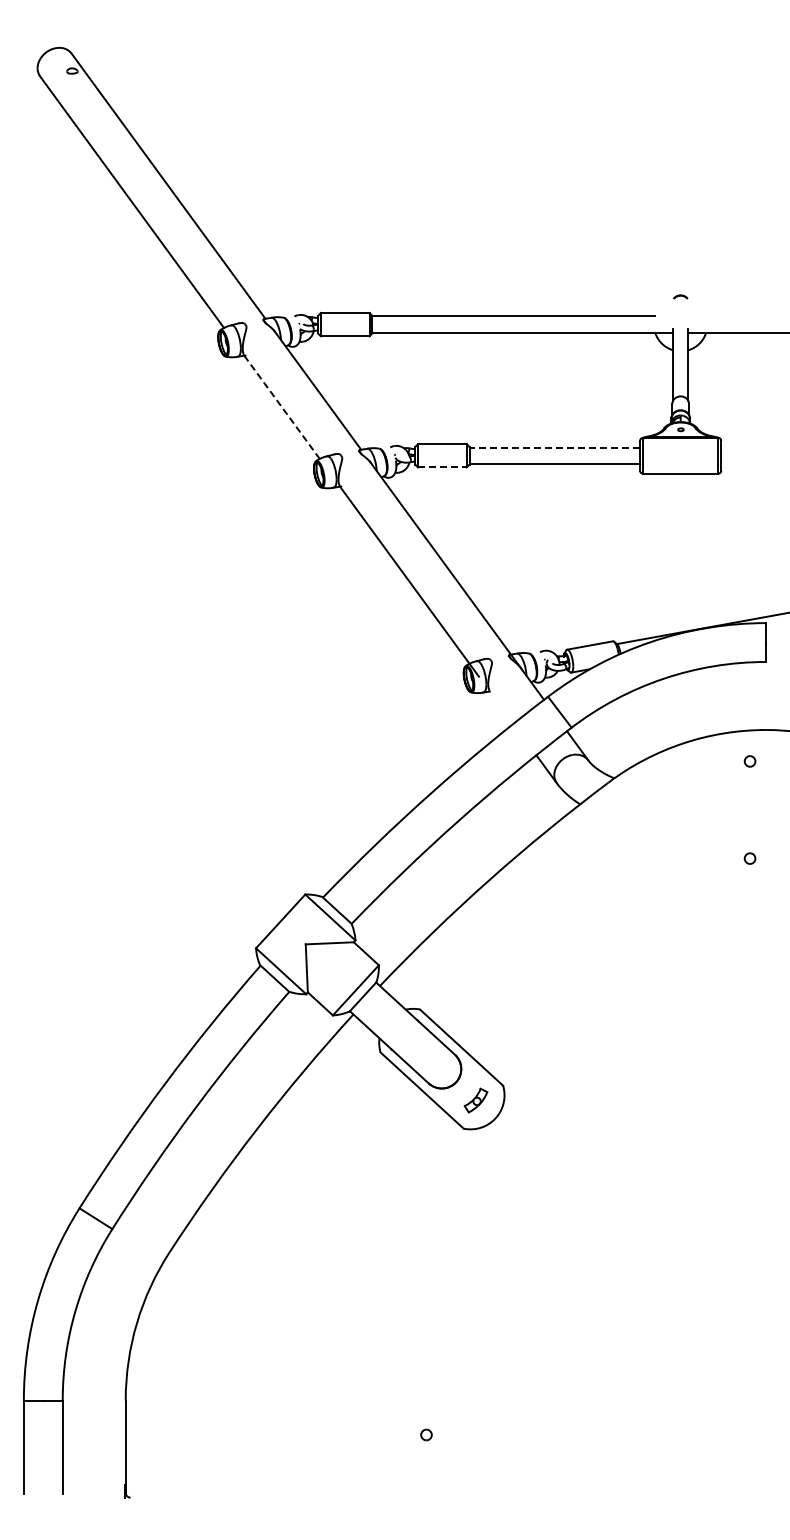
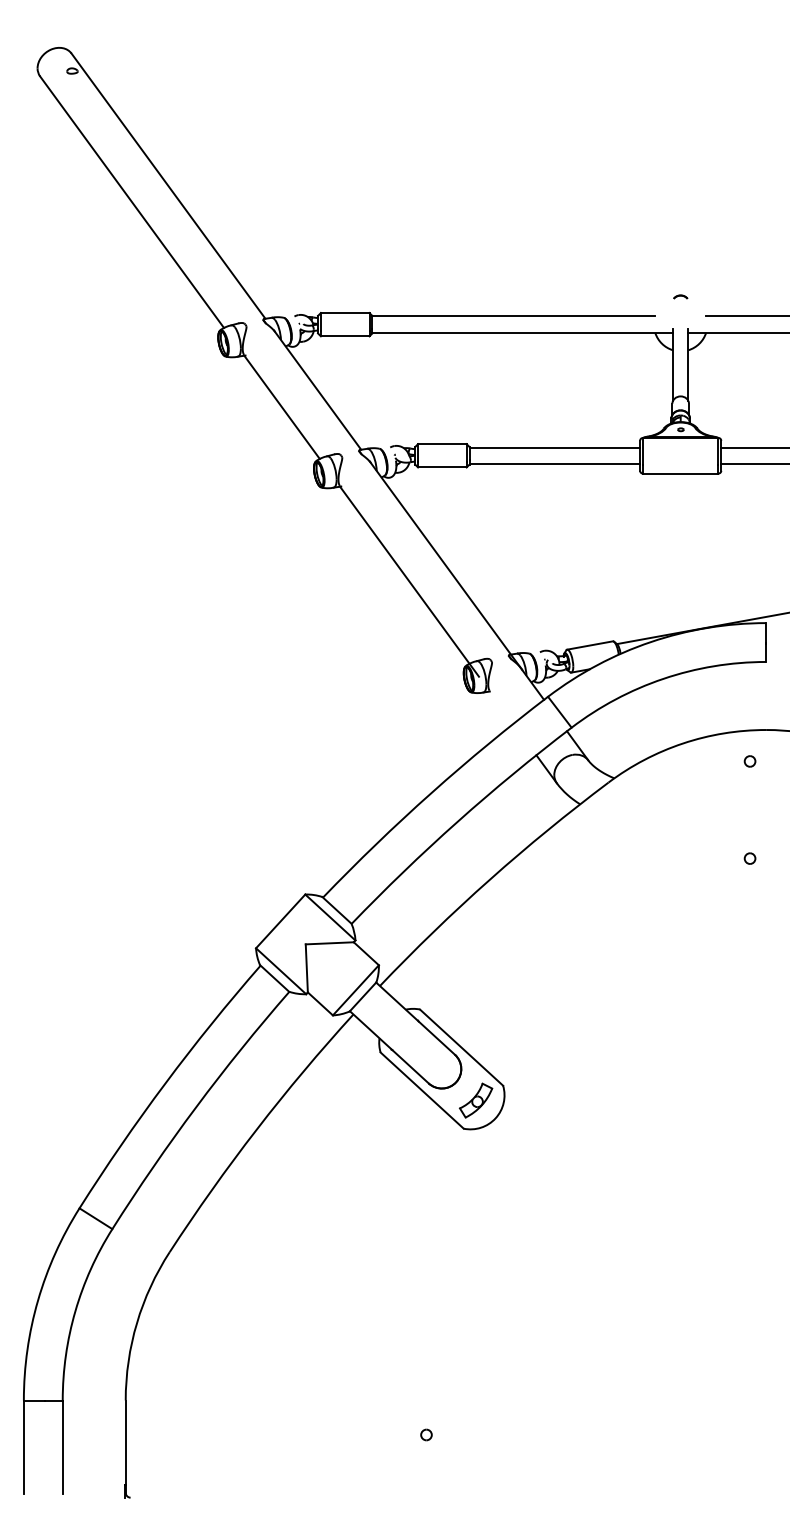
line at (746, 316): none -> present
line at (282, 407): dashed -> solid
line at (554, 447): dashed -> solid
line at (753, 447): none -> present
line at (753, 464): none -> present
line at (442, 467): dashed -> solid
part at (475, 1100) size: 26x27 px -> 36x37 px
